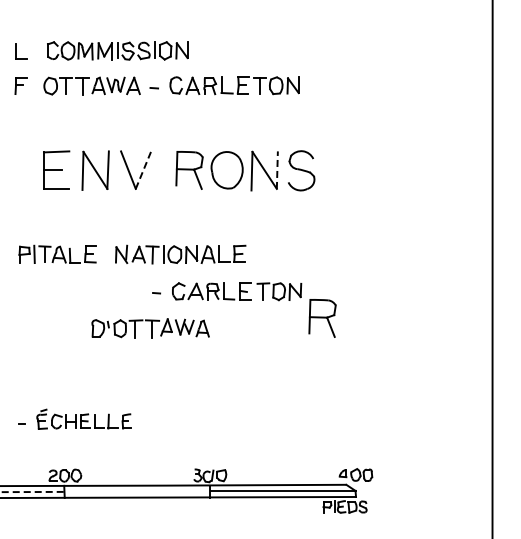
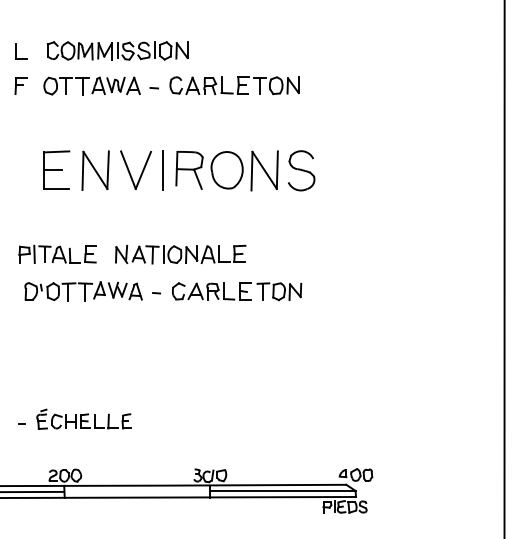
line at (143, 169): dashed -> solid
line at (162, 169): none -> present
line at (277, 170): dashed -> solid
line at (492, 268) position: (492, 268) -> (504, 268)
part at (322, 318): present -> none
part at (150, 328) position: (150, 328) -> (83, 291)
line at (31, 492): dashed -> solid
